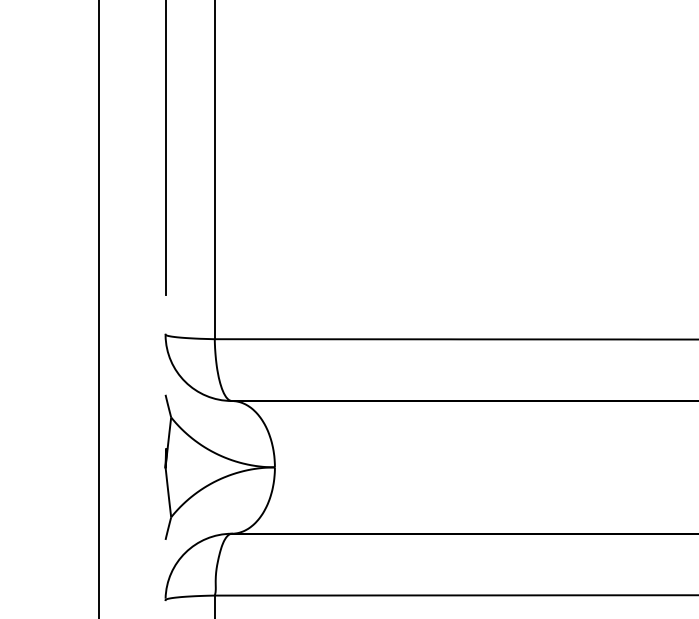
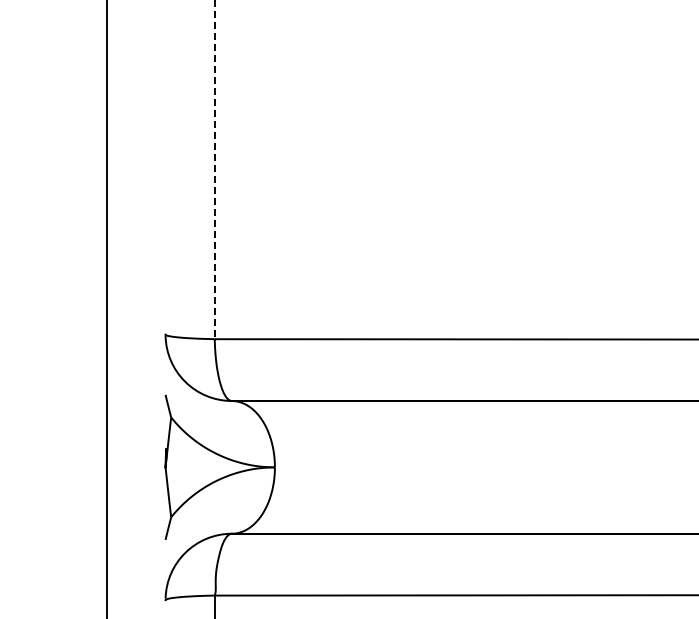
line at (165, 148): present -> none
line at (214, 170): solid -> dashed
line at (99, 308) position: (99, 308) -> (107, 308)
